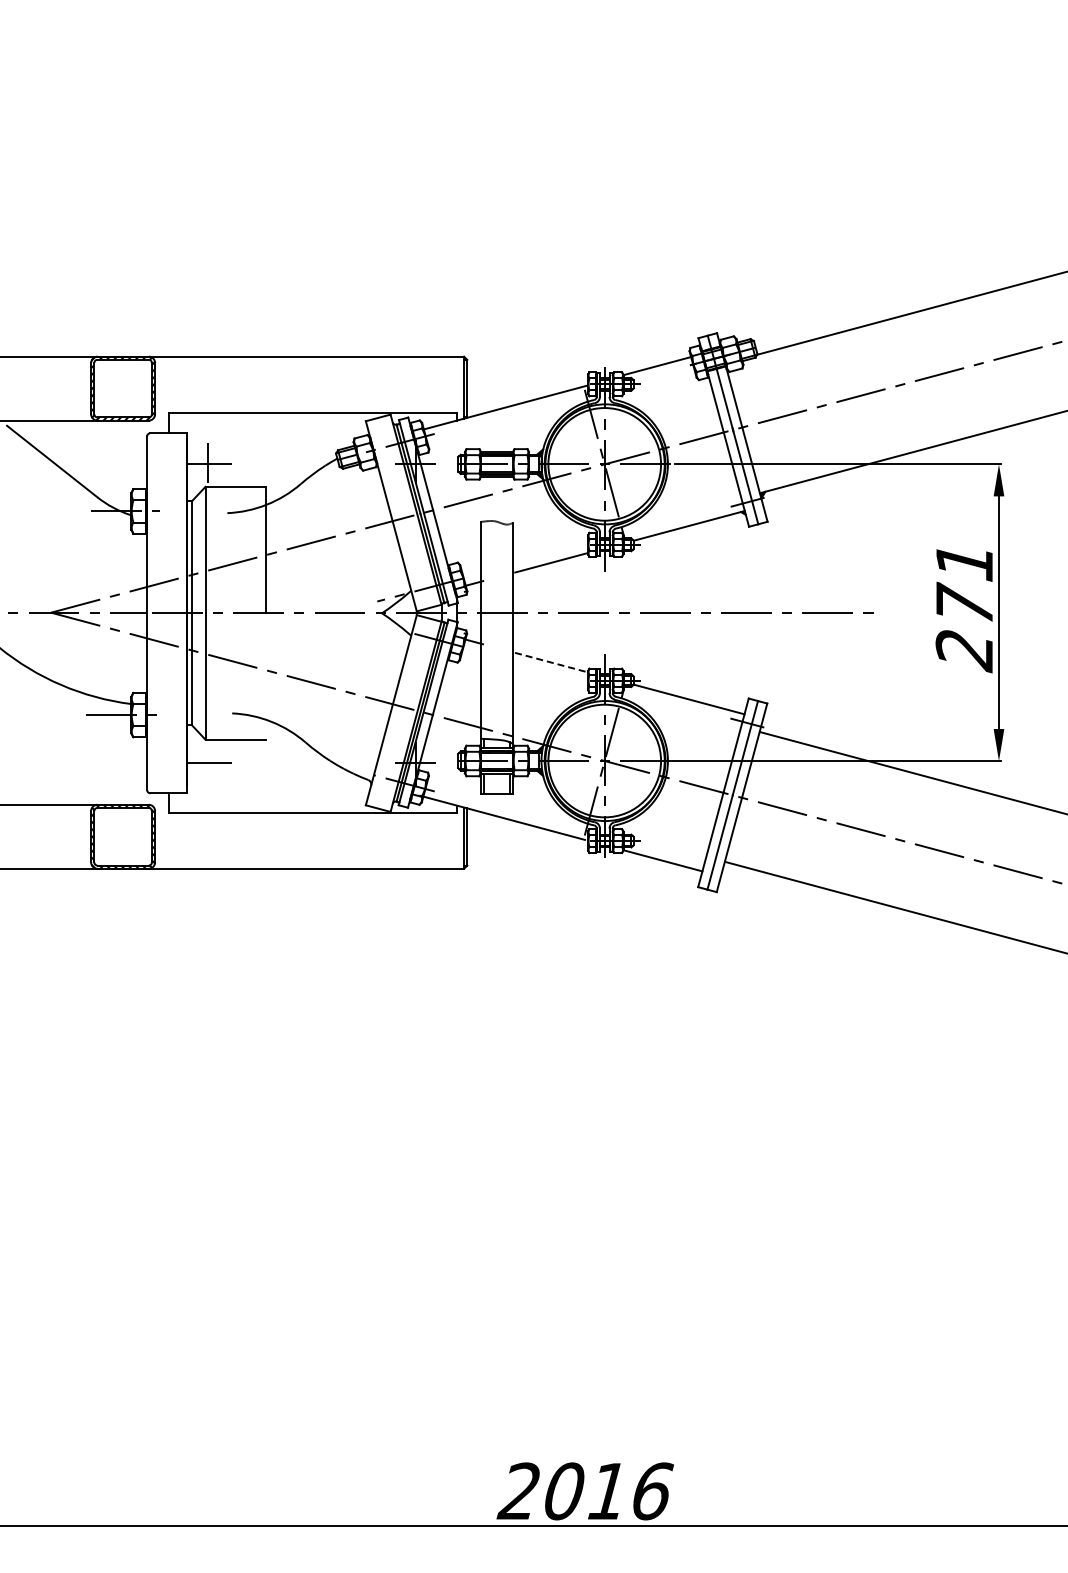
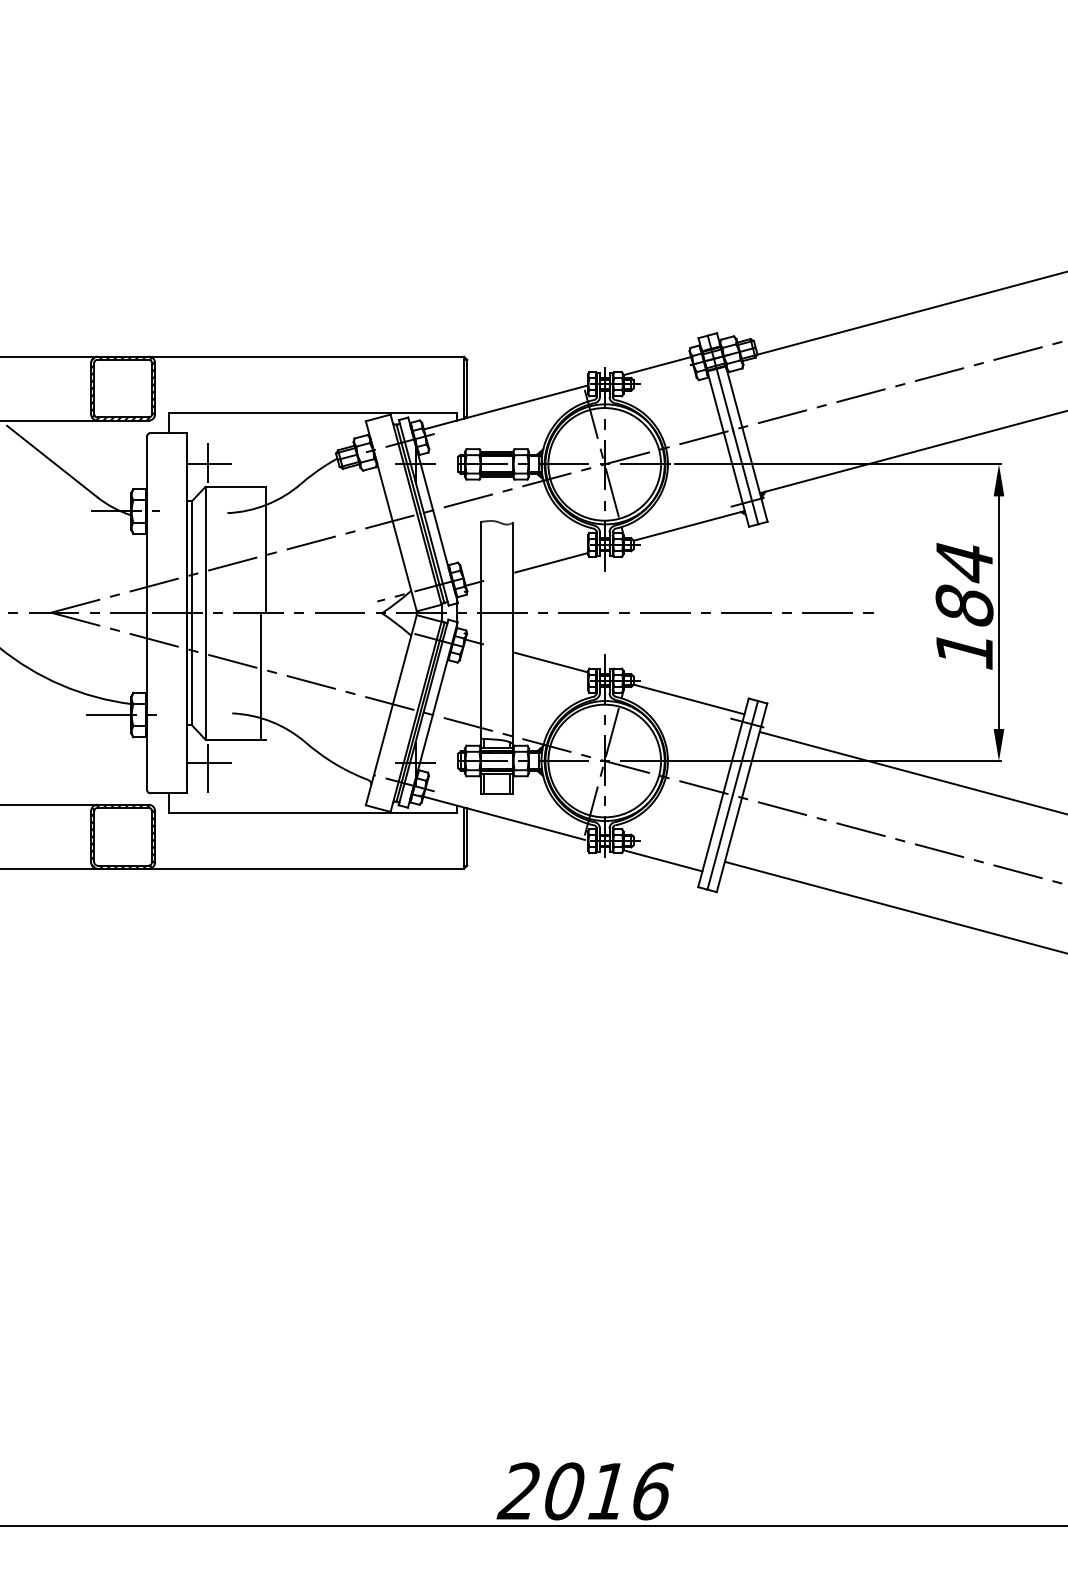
text at (964, 608): 271 -> 184
line at (551, 662): dashed -> solid
line at (261, 676): none -> present
line at (207, 768): none -> present
